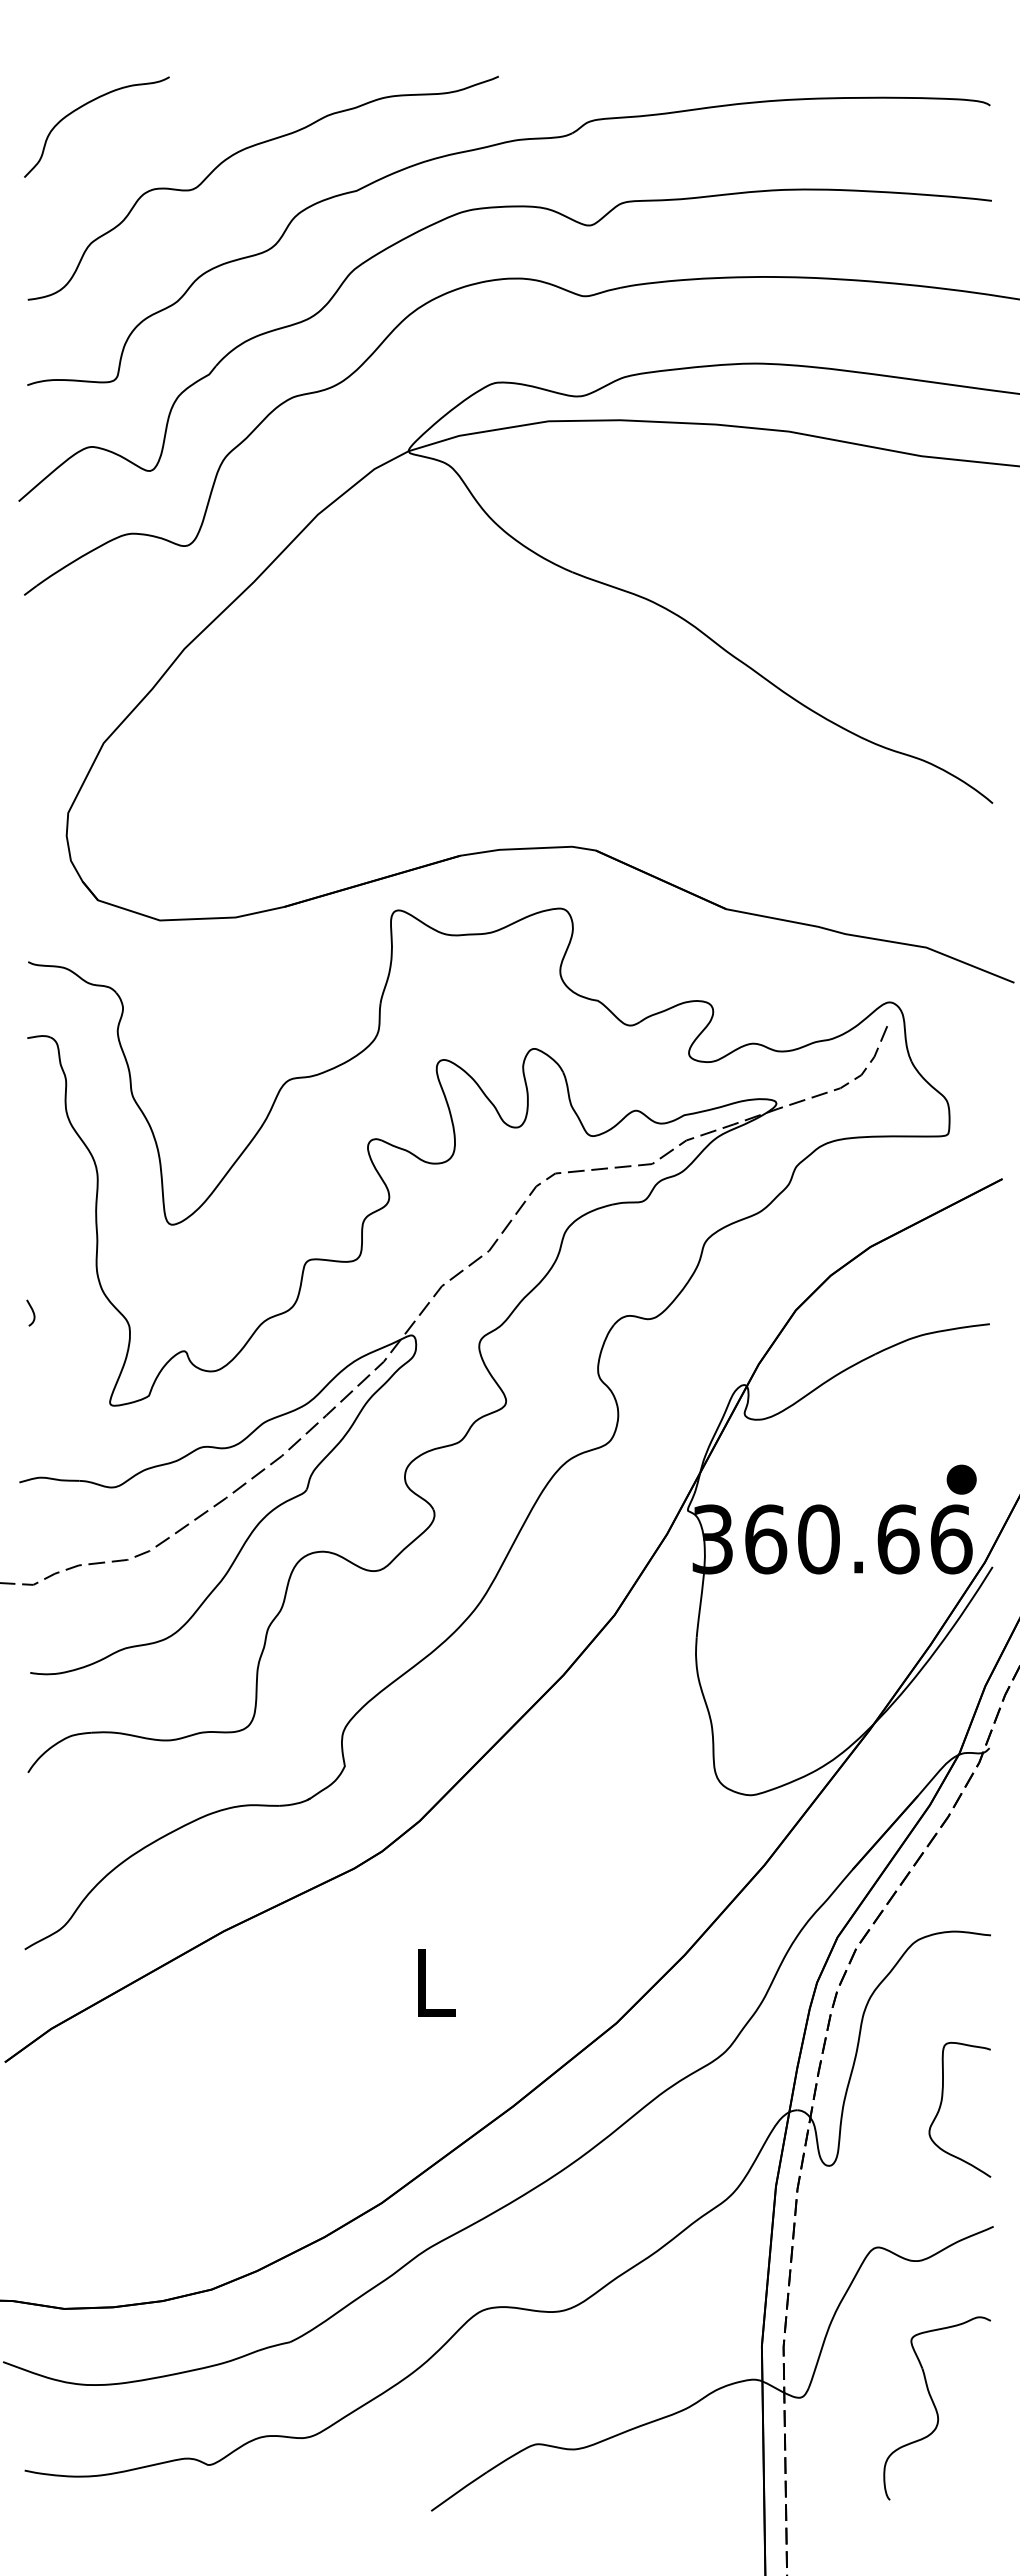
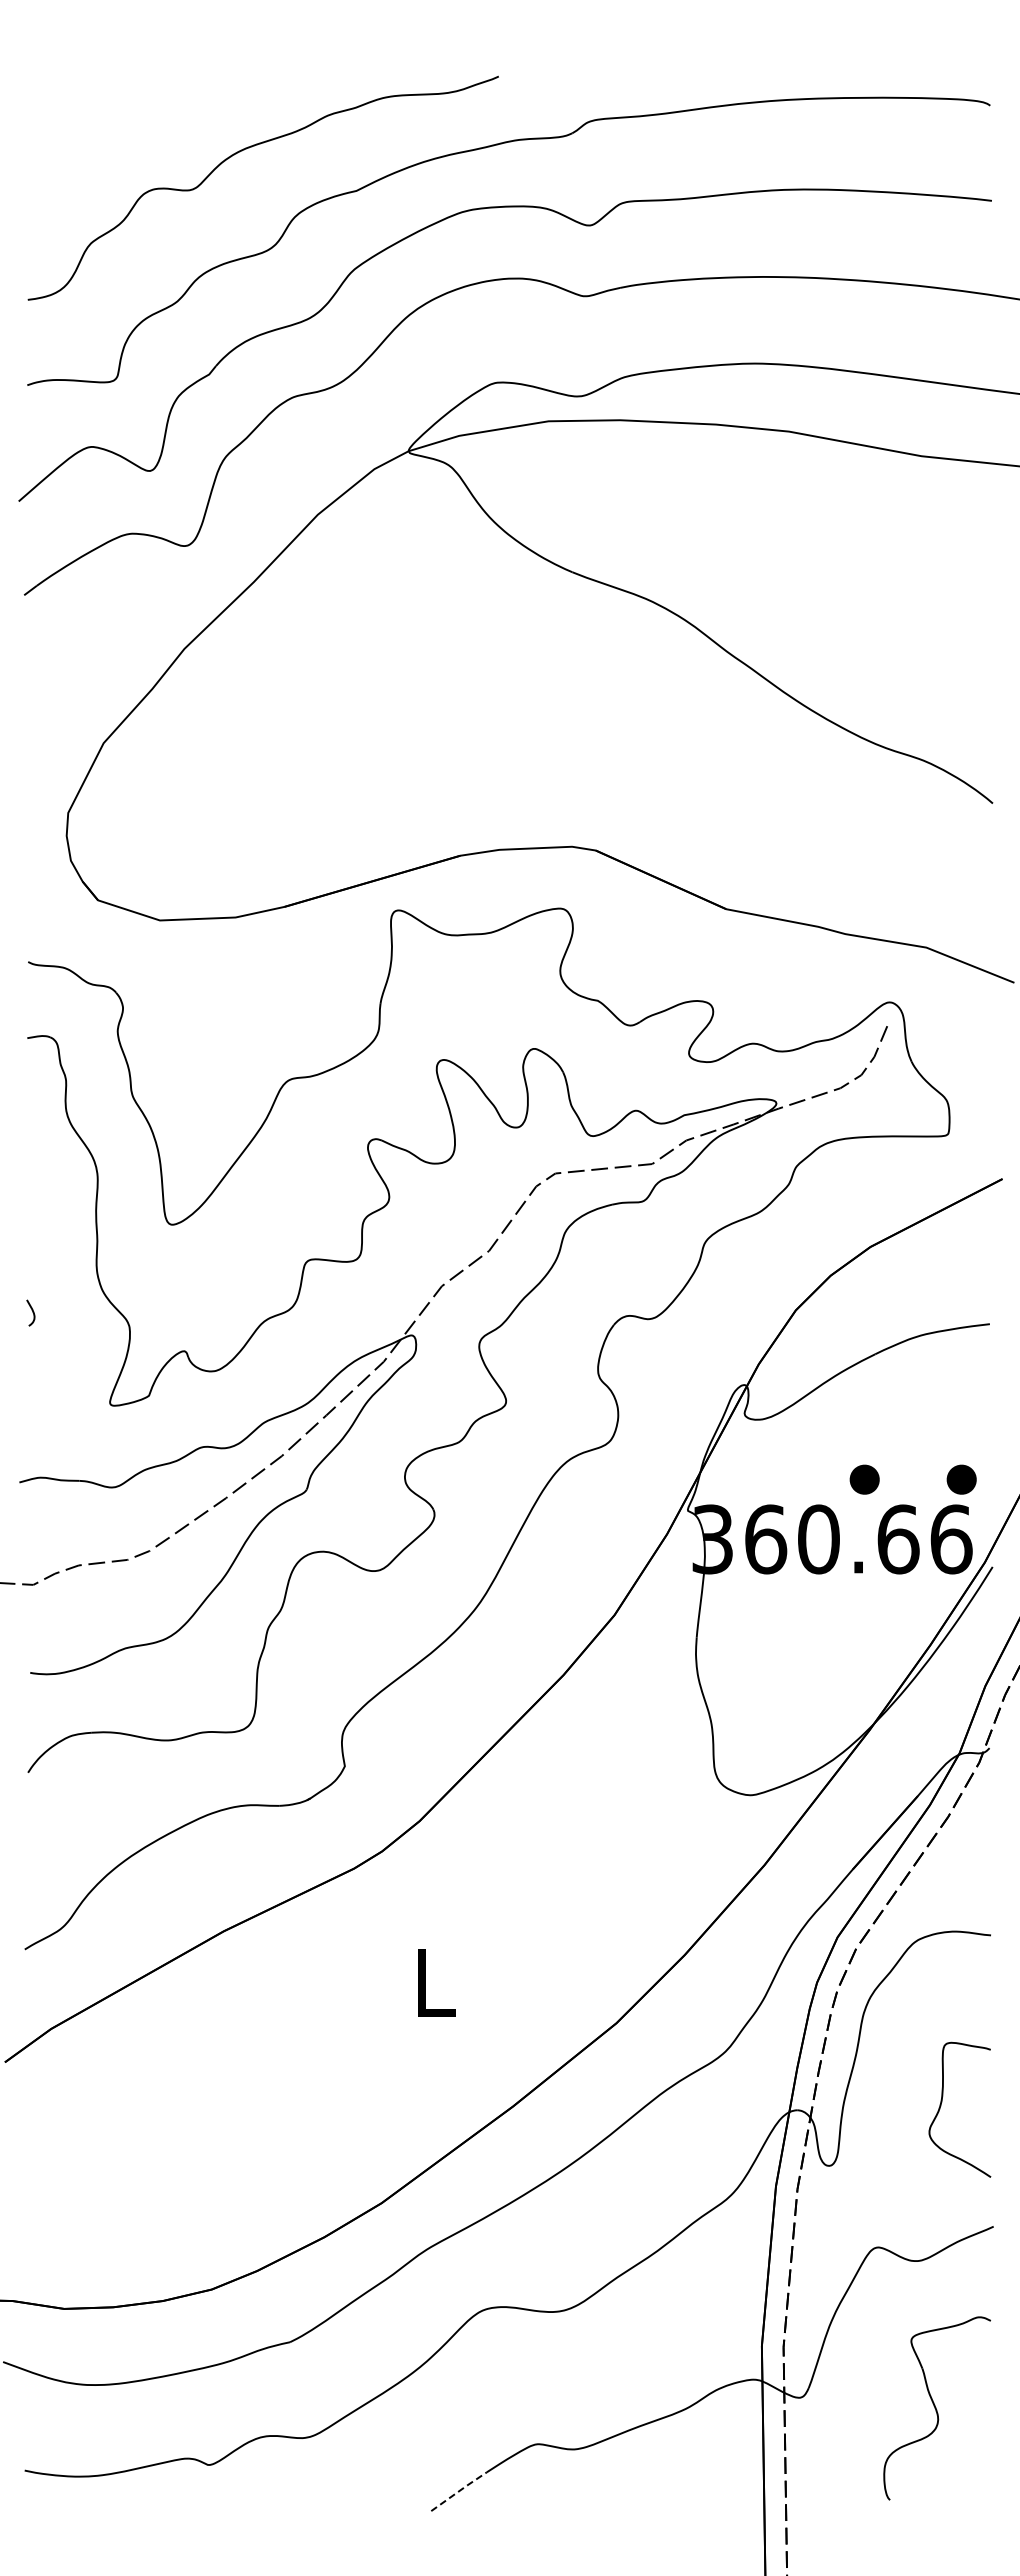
curve at (82, 107): present -> none
part at (864, 1479): none -> present
line at (459, 2491): solid -> dashed
